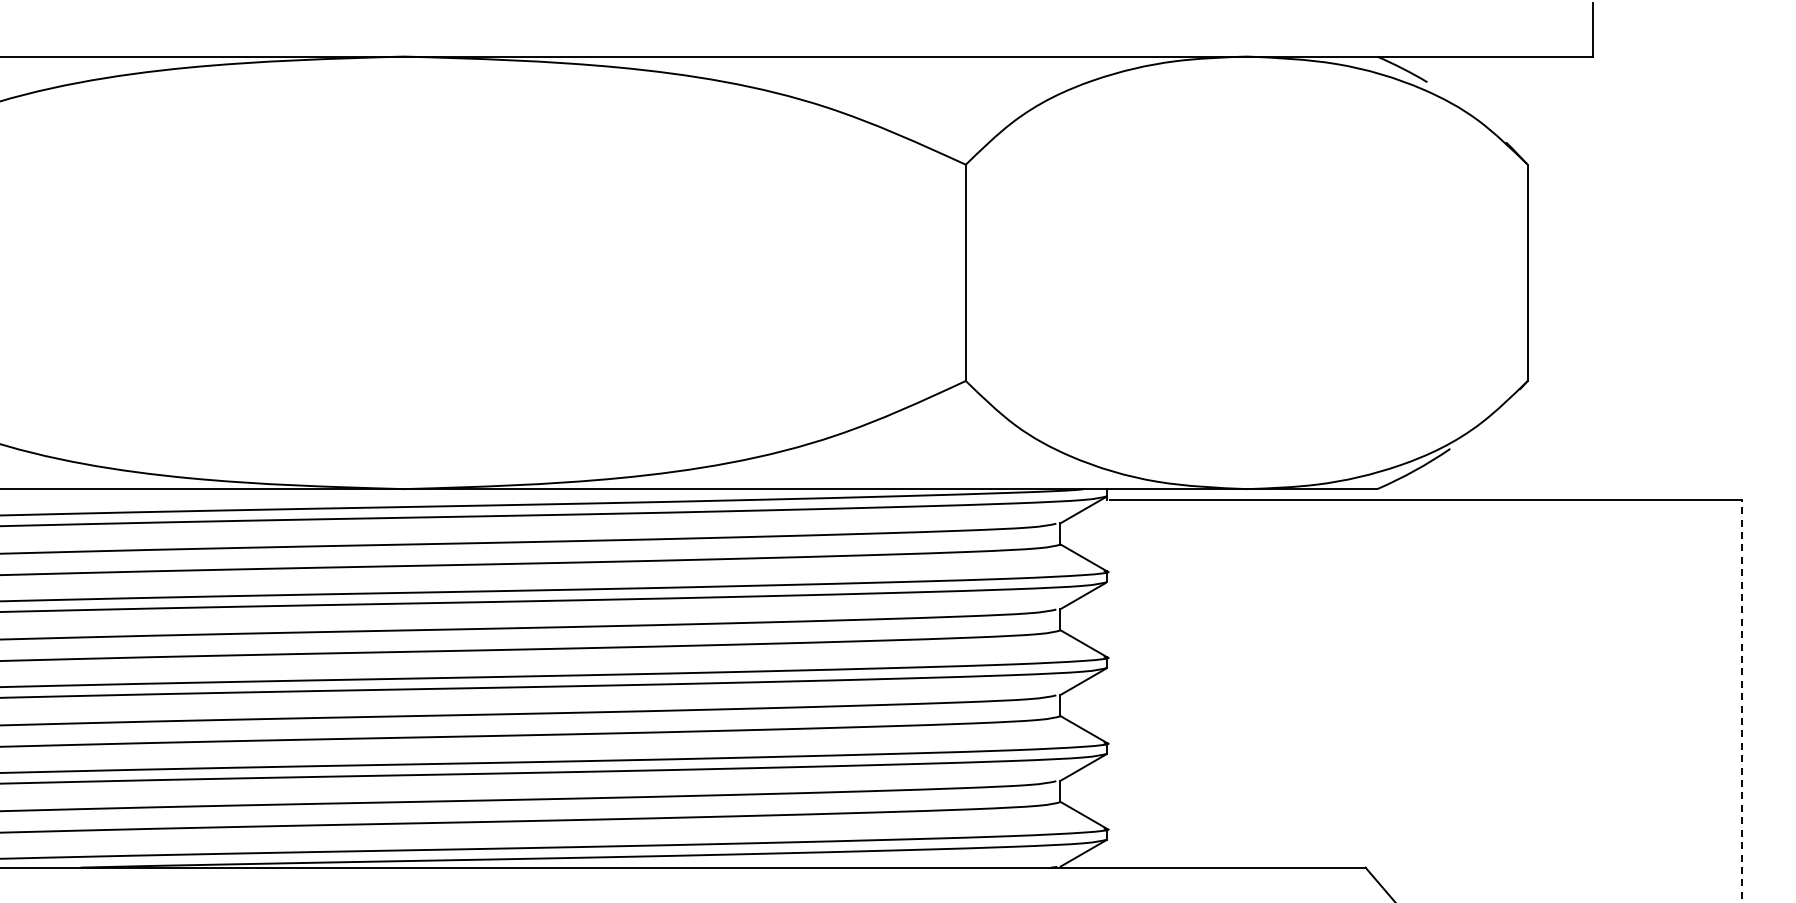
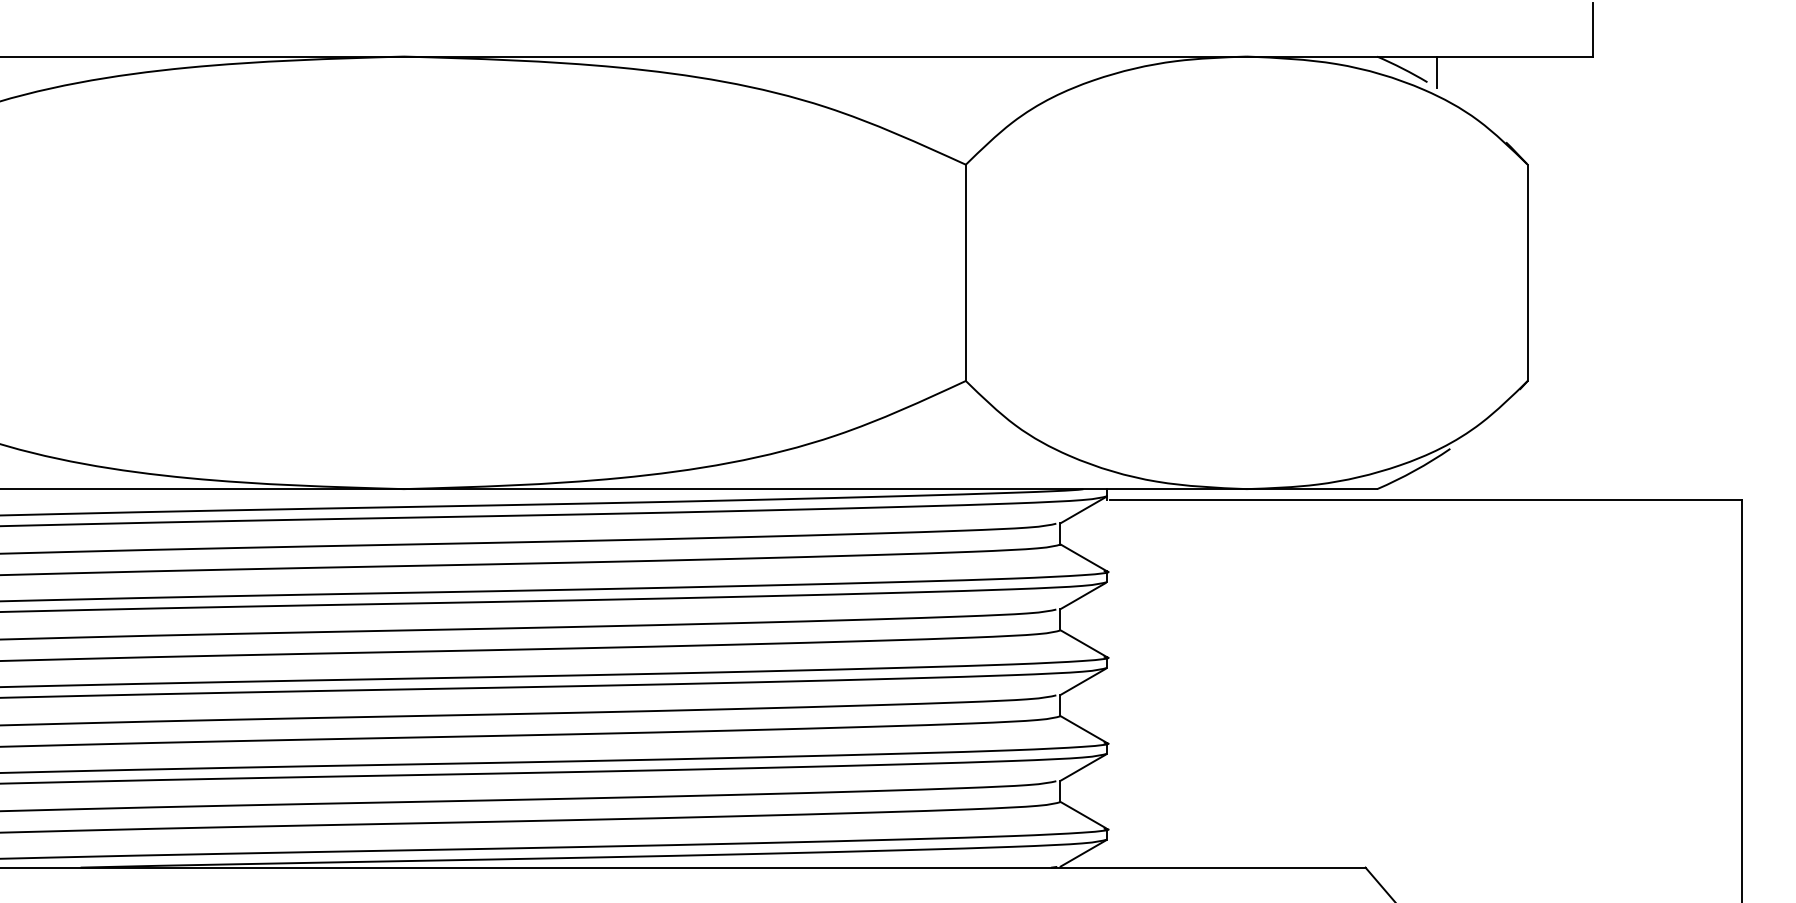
line at (1437, 72): none -> present
line at (1742, 700): dashed -> solid
